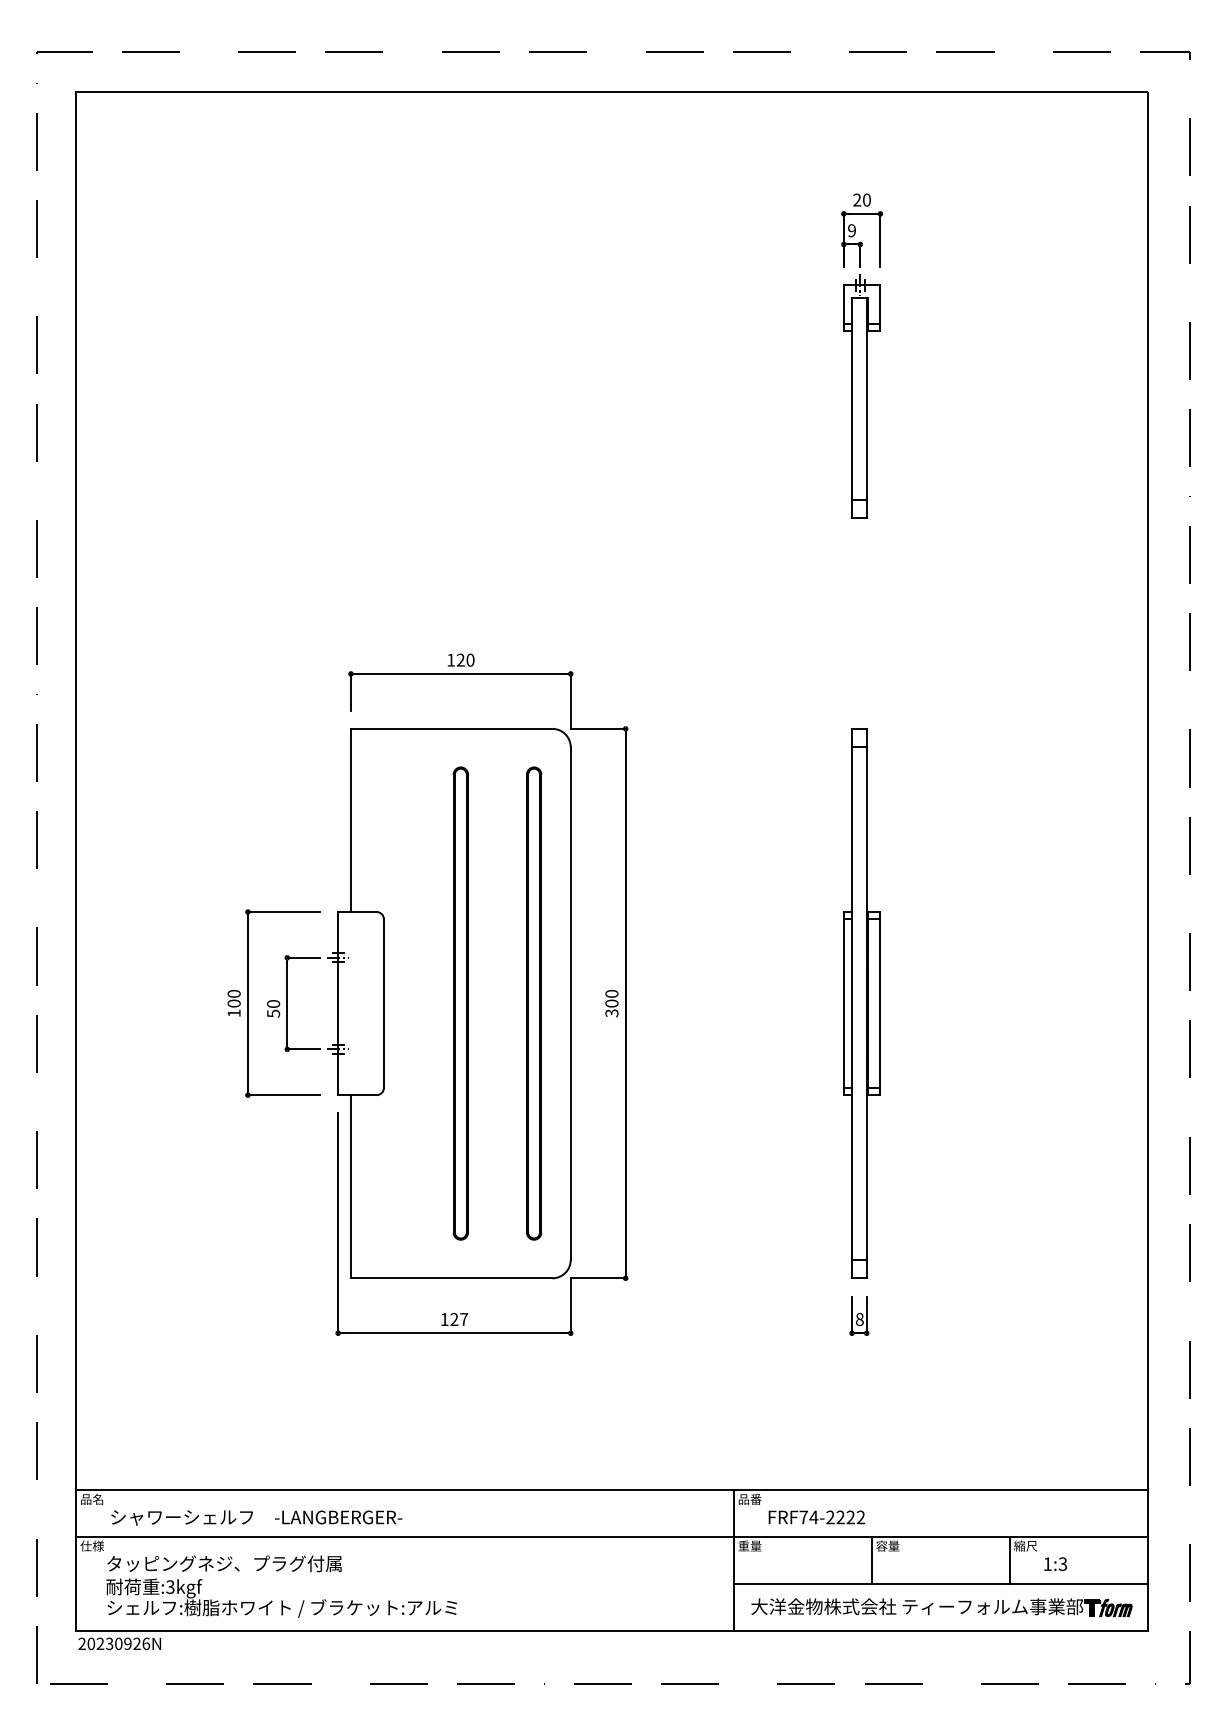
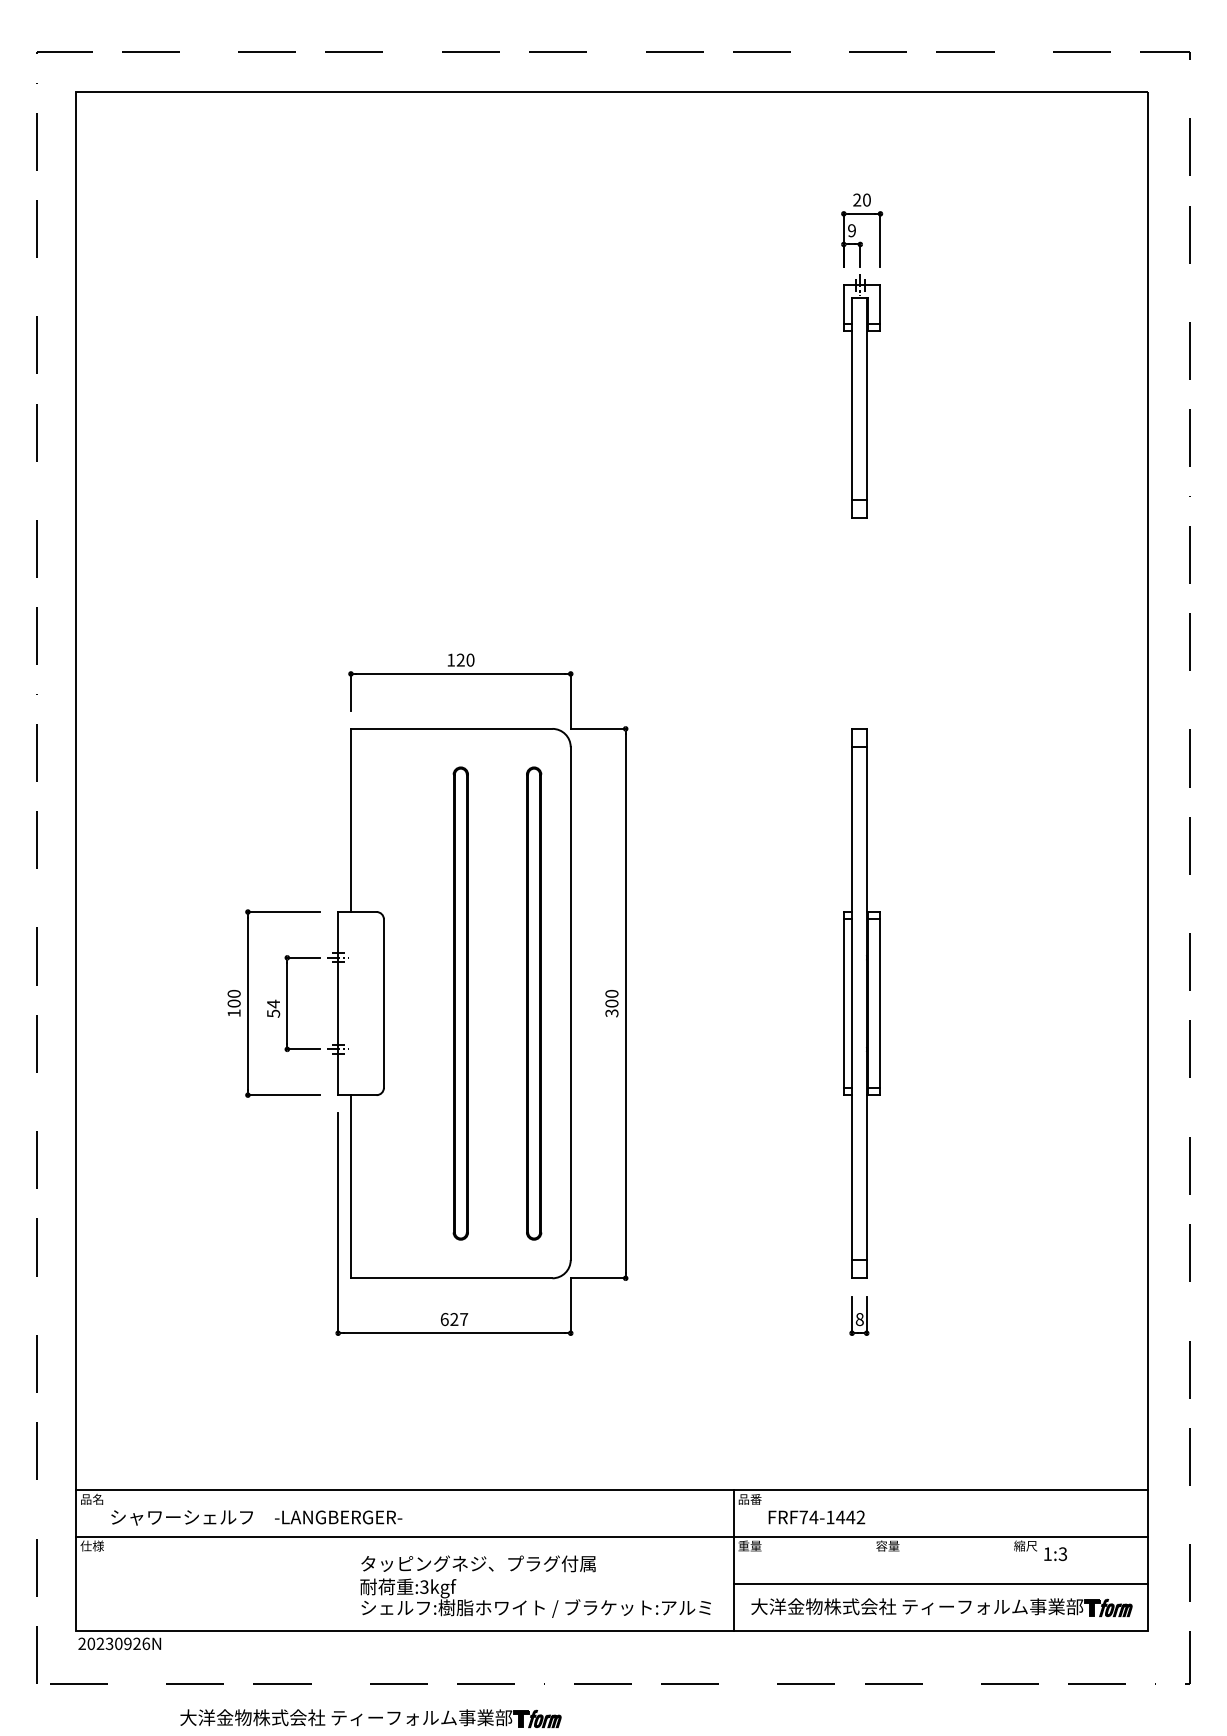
text at (273, 1003): 50 -> 54
text at (444, 1319): 127 -> 627
text at (840, 1517): FRF74-2222 -> FRF74-1442
line at (871, 1560): present -> none
line at (1009, 1560): present -> none
text at (1055, 1563) position: (1055, 1563) -> (1055, 1553)
text at (281, 1586) position: (281, 1586) -> (535, 1586)
part at (370, 1718): none -> present
